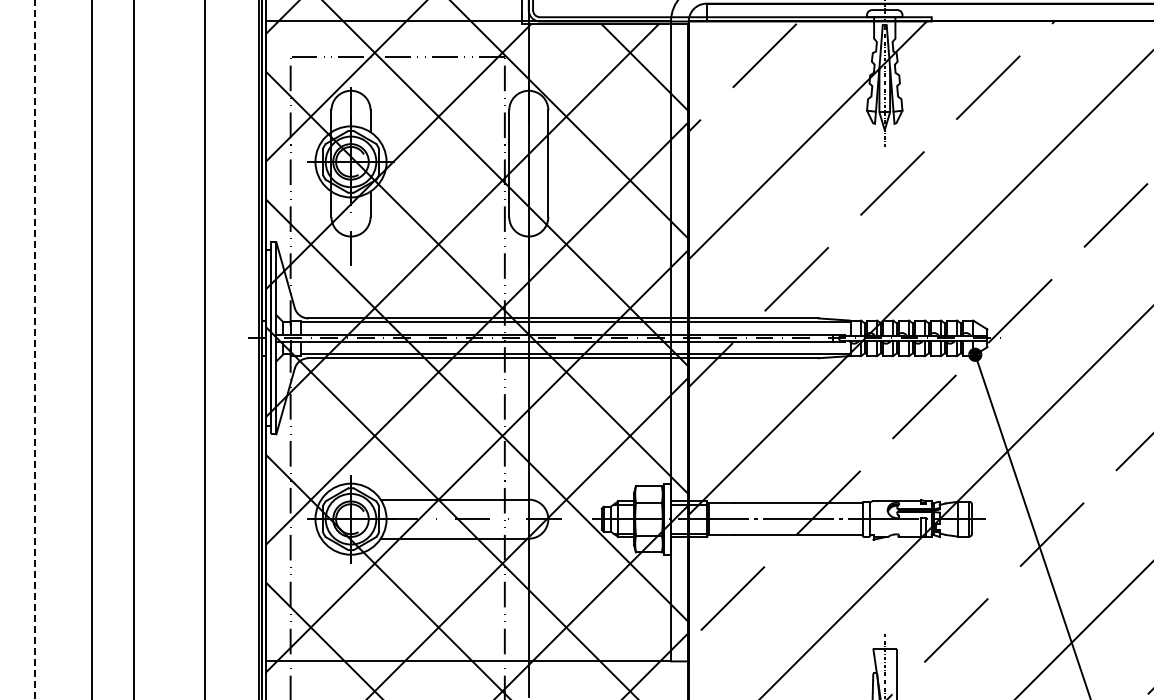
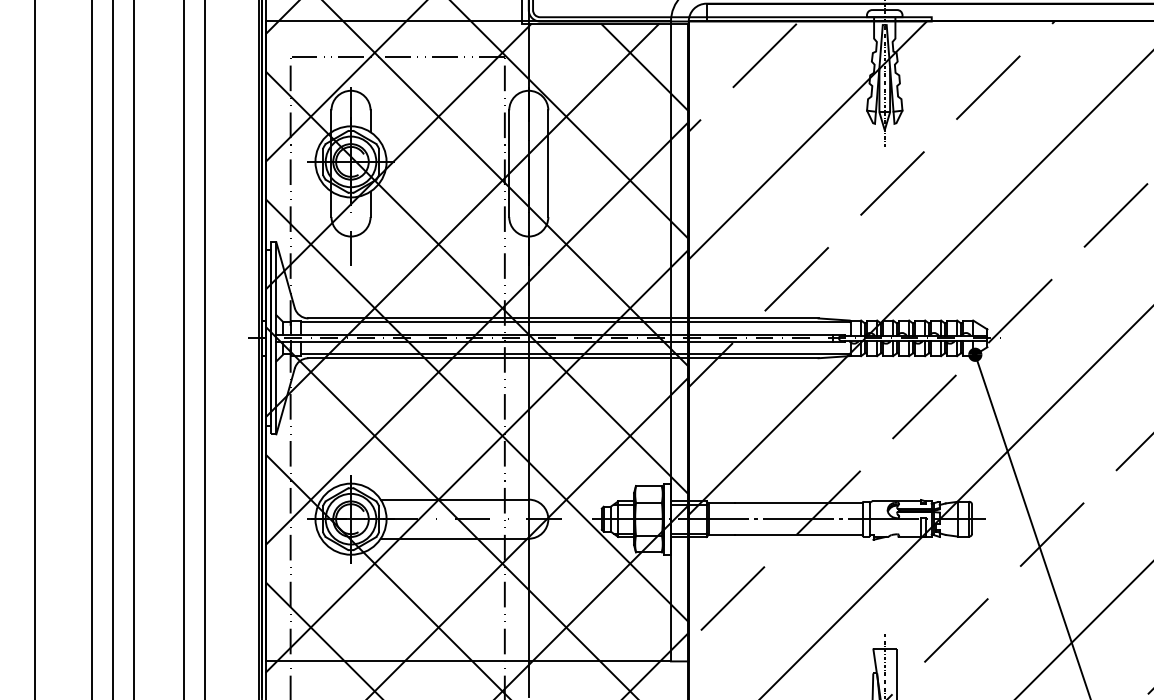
line at (112, 349): none -> present
line at (183, 349): none -> present
line at (34, 350): dashed -> solid
